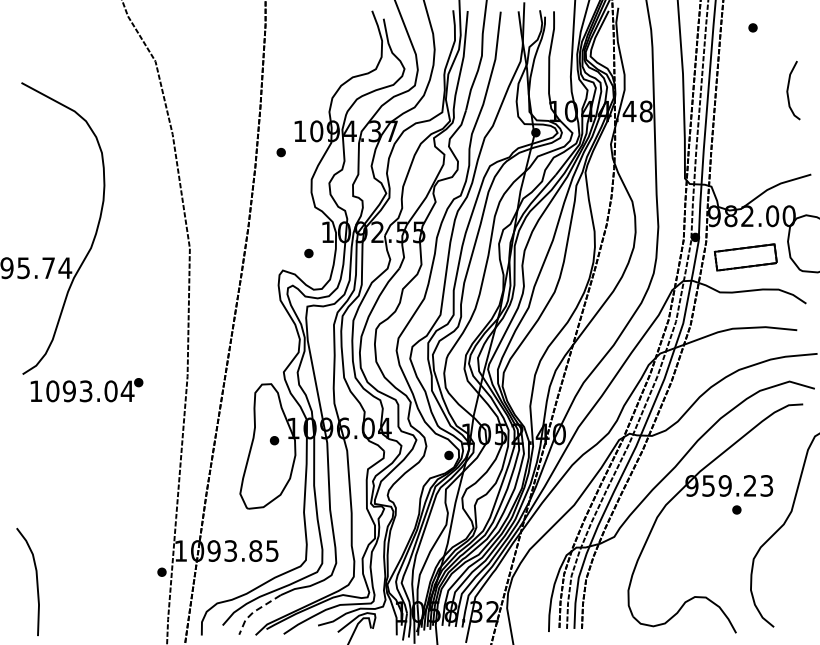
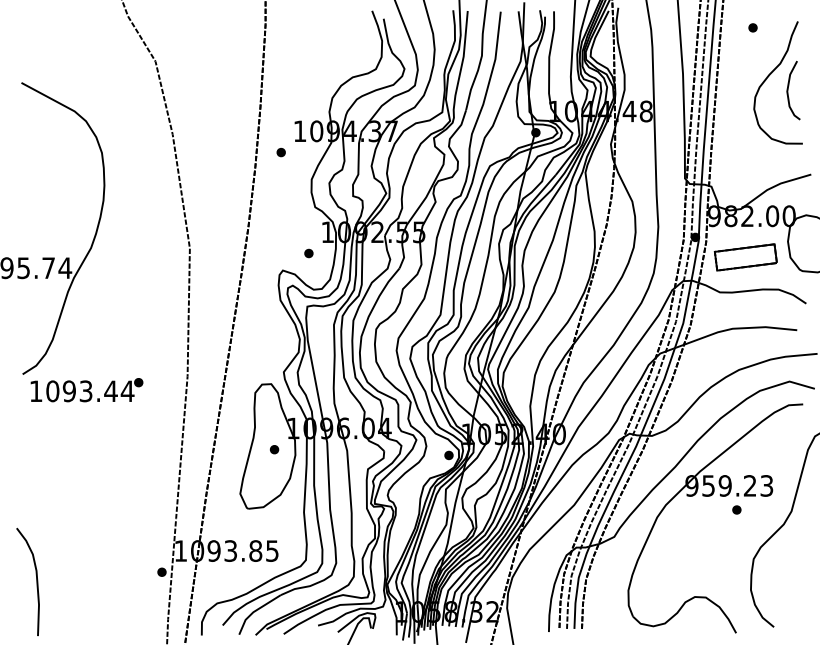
curve at (770, 75): none -> present
text at (110, 391): 1093.04 -> 1093.44
part at (274, 440) position: (274, 440) -> (274, 449)
line at (254, 611): dashed -> solid
